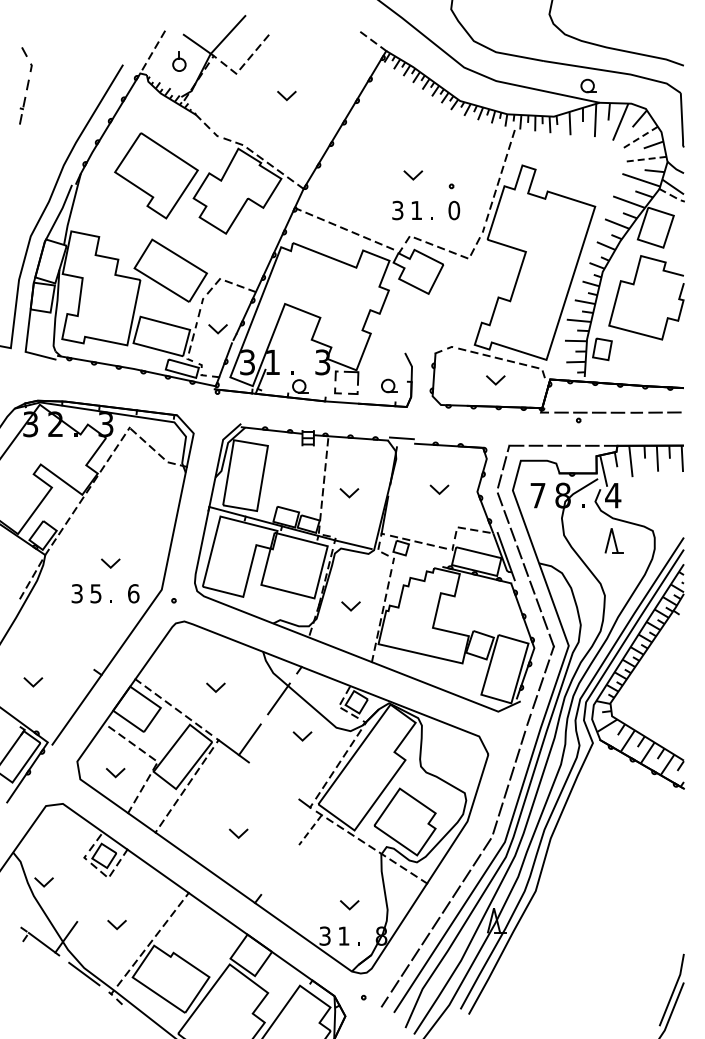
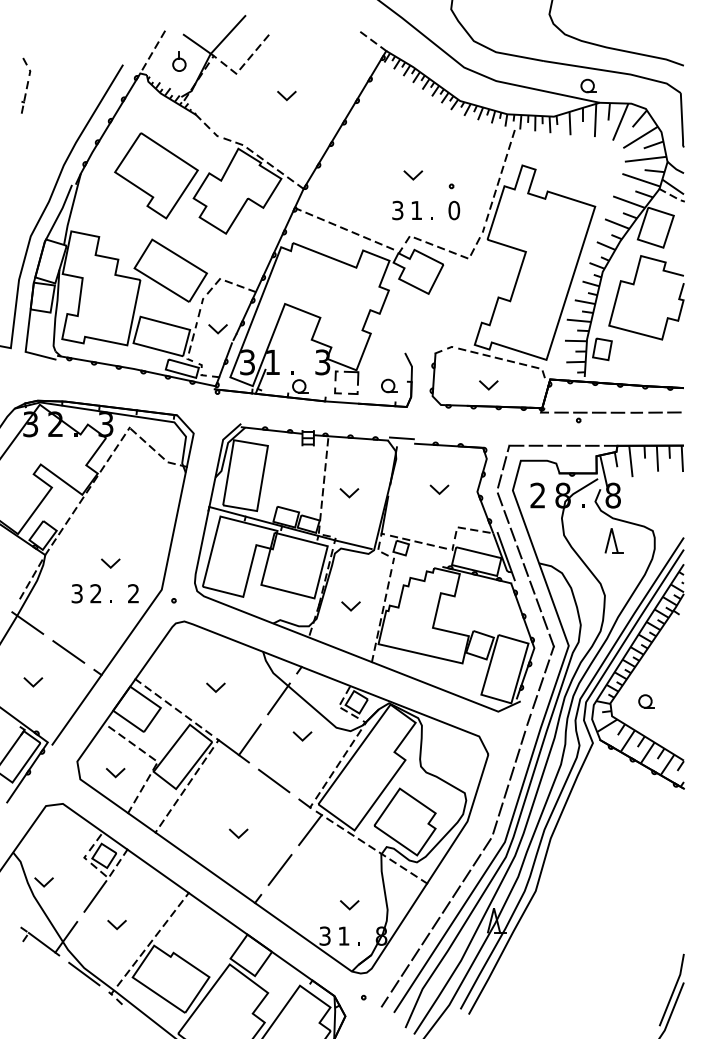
part at (25, 85) size: 14x78 px -> 11x57 px
line at (640, 137): dashed -> solid
line at (645, 159): dashed -> solid
line at (495, 382) position: (495, 382) -> (488, 387)
text at (537, 495): 7 -> 2
text at (613, 495): 4 -> 8
text at (95, 593): 5 -> 2
text at (133, 593): 6 -> 2
line at (27, 622): none -> present
line at (68, 651): none -> present
part at (646, 701): none -> present
line at (274, 780): none -> present
line at (310, 830): dashed -> solid
line at (279, 869): none -> present
line at (95, 896): none -> present
